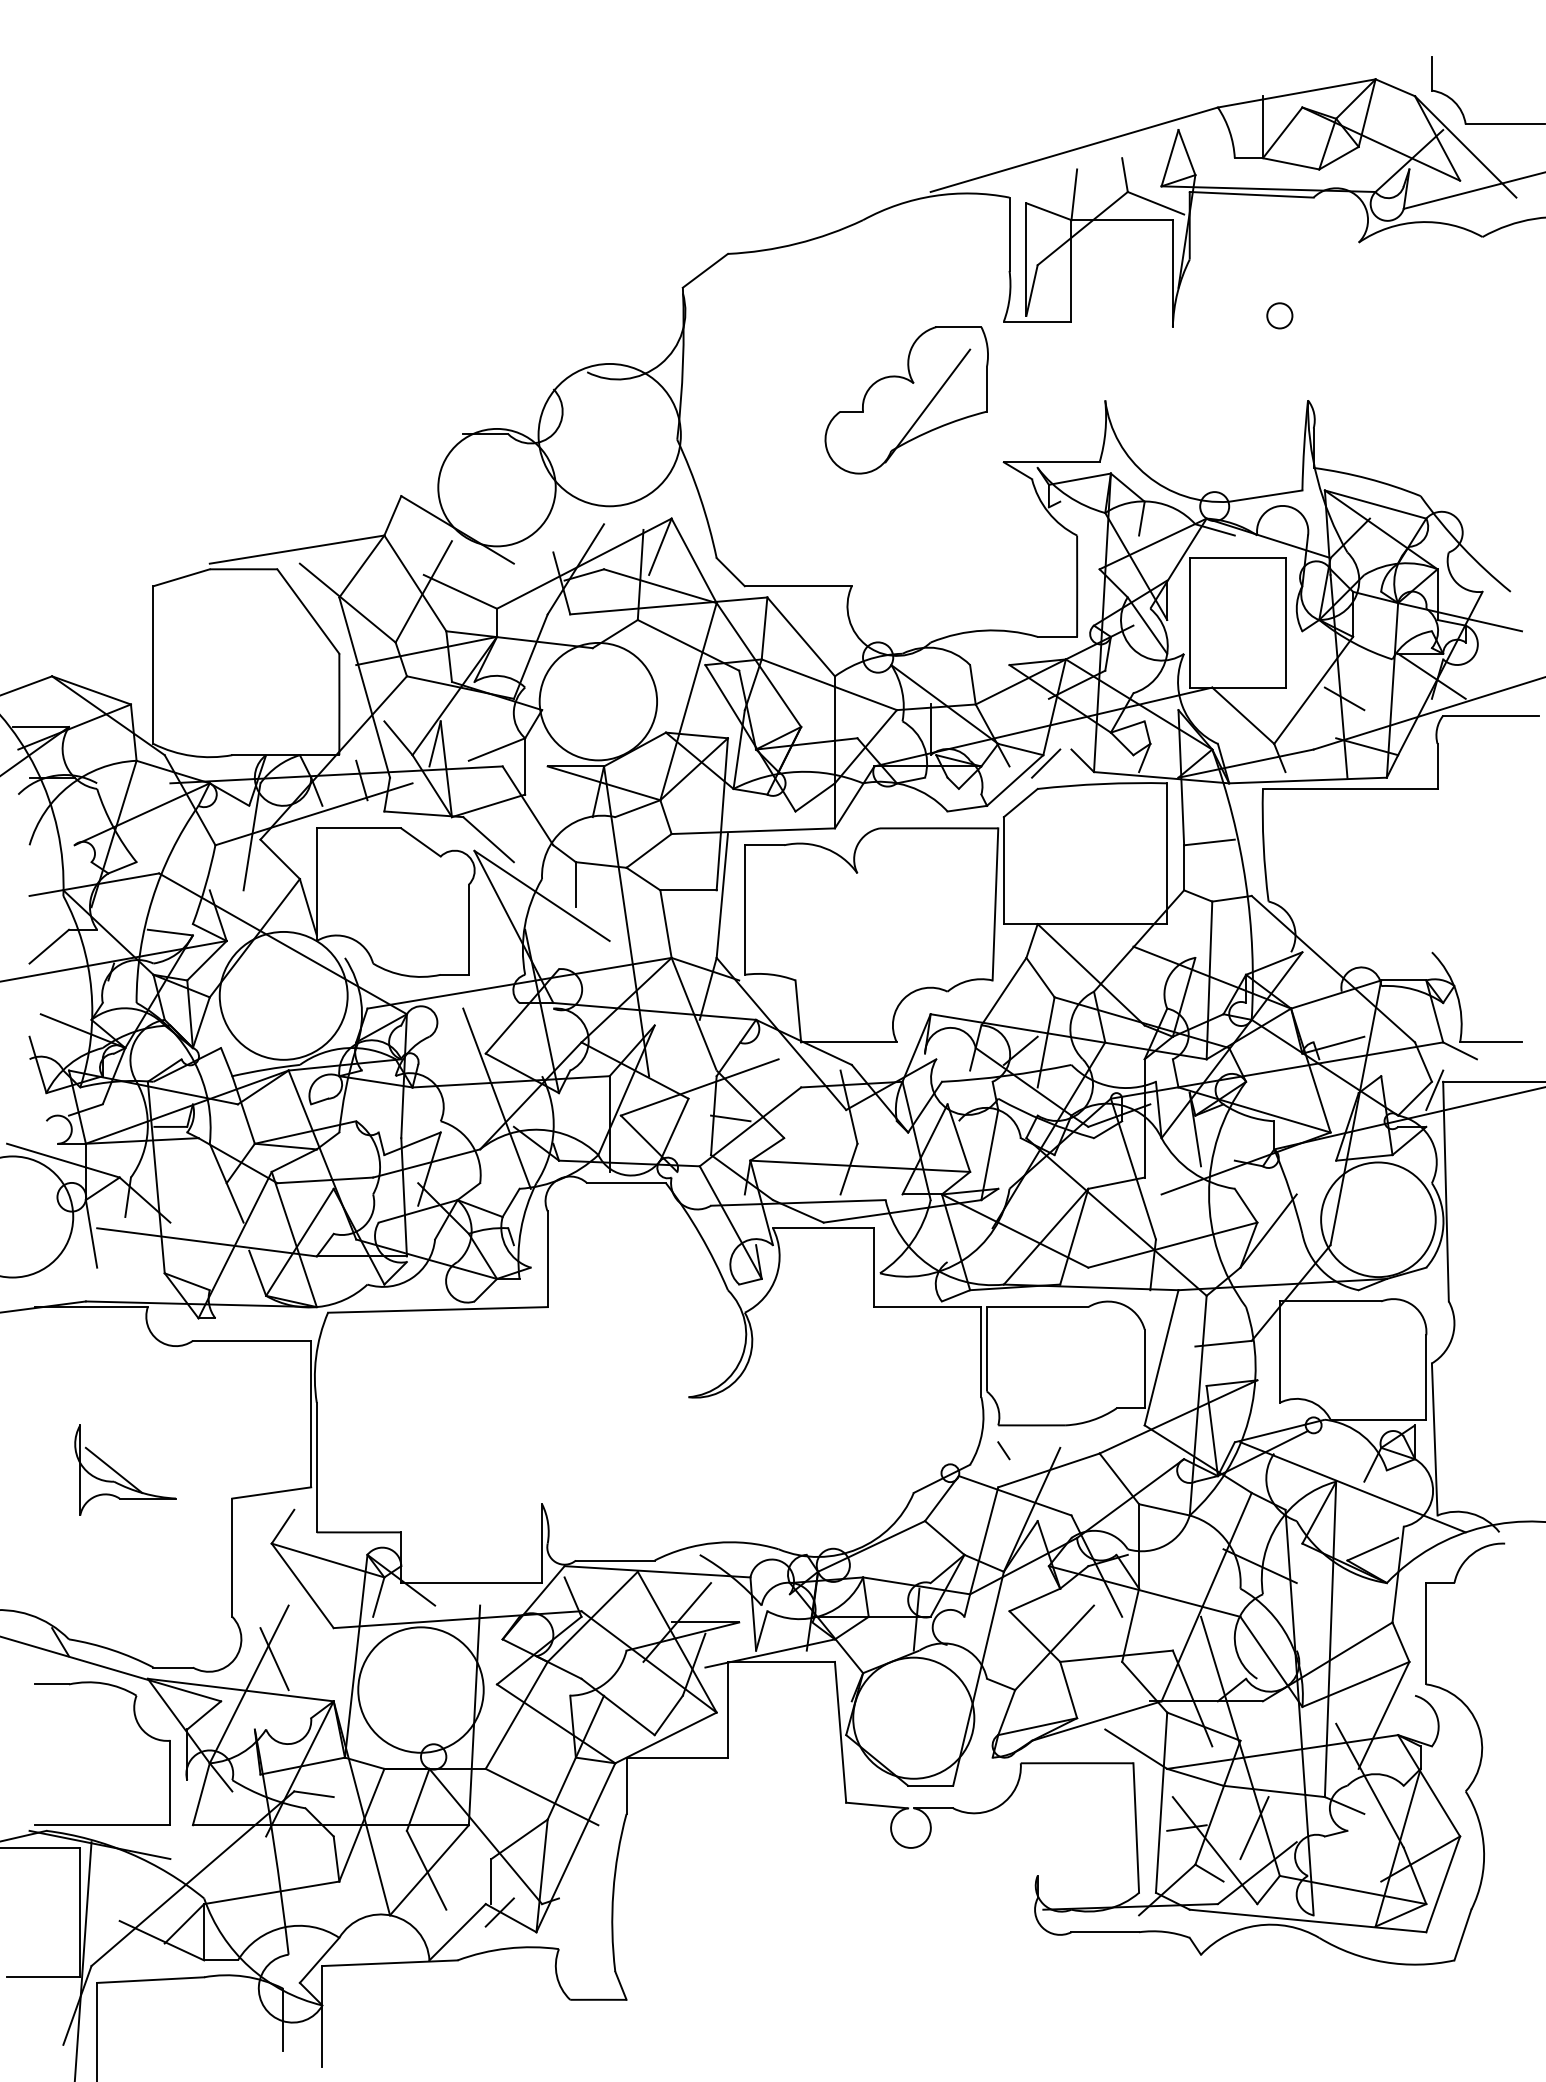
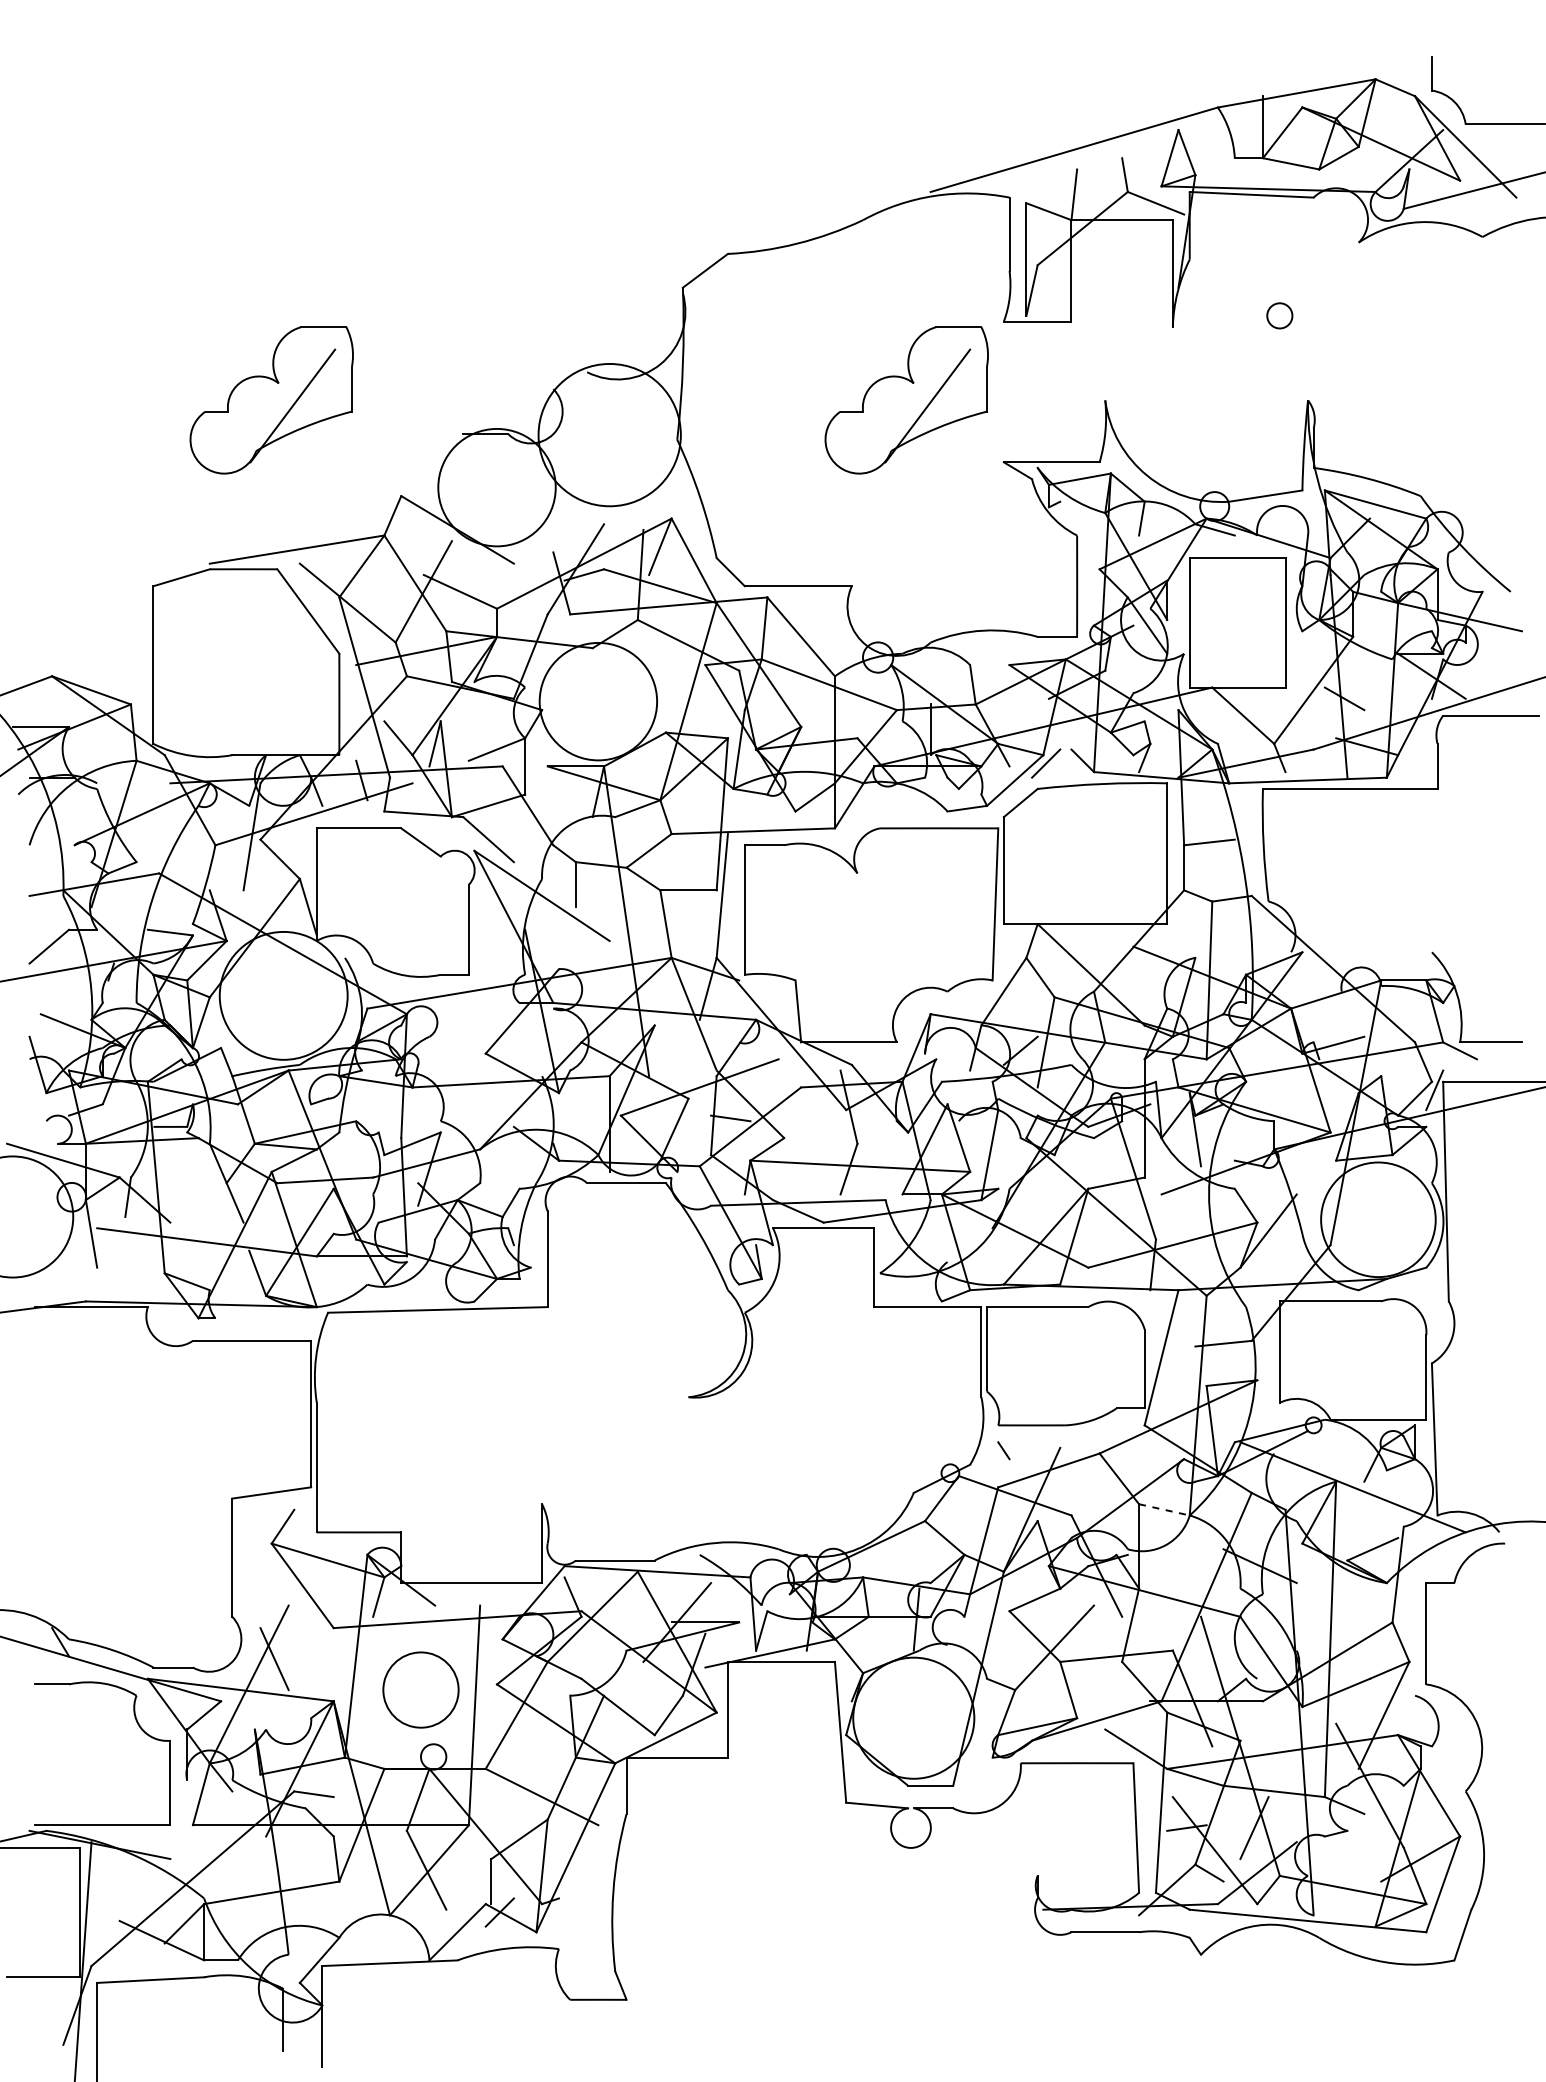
part at (271, 400): none -> present
line at (496, 1098): present -> none
part at (122, 1475): present -> none
line at (1164, 1509): solid -> dashed
circle at (420, 1689) diameter: 125 px -> 75 px
